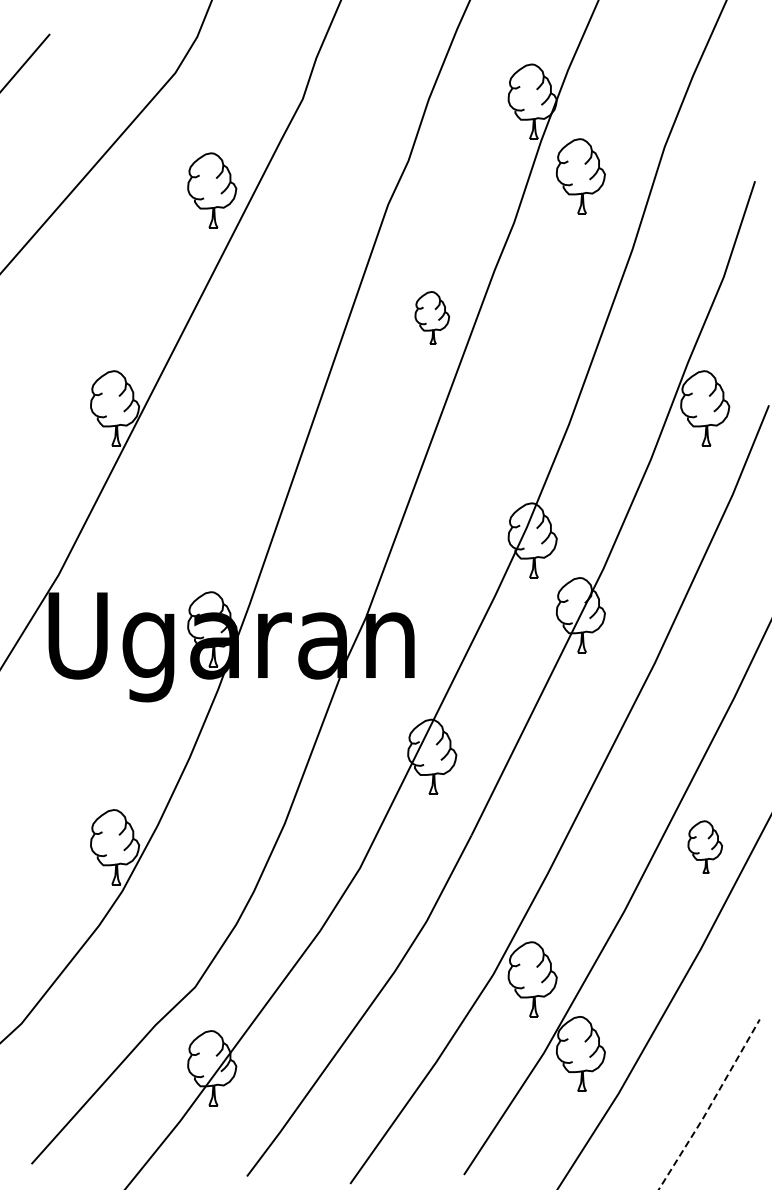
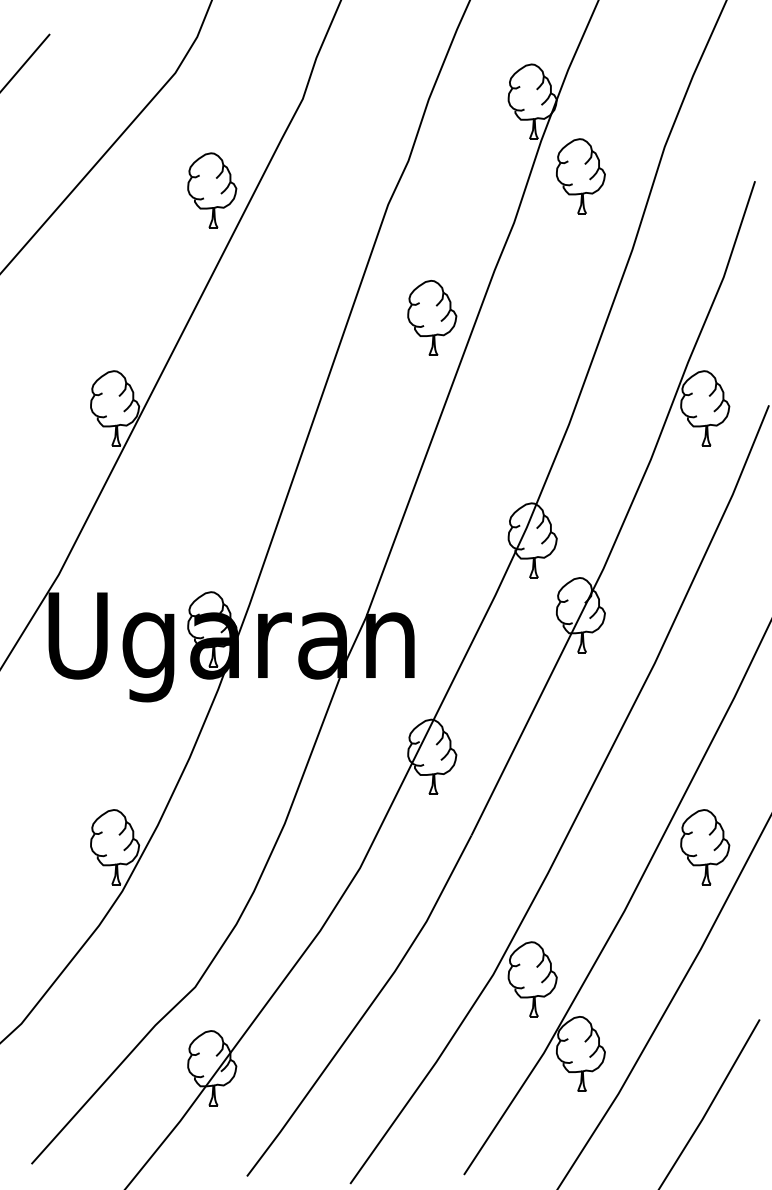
part at (432, 317) size: 37x54 px -> 51x76 px
part at (704, 846) size: 36x54 px -> 51x77 px
line at (710, 1105): dashed -> solid
